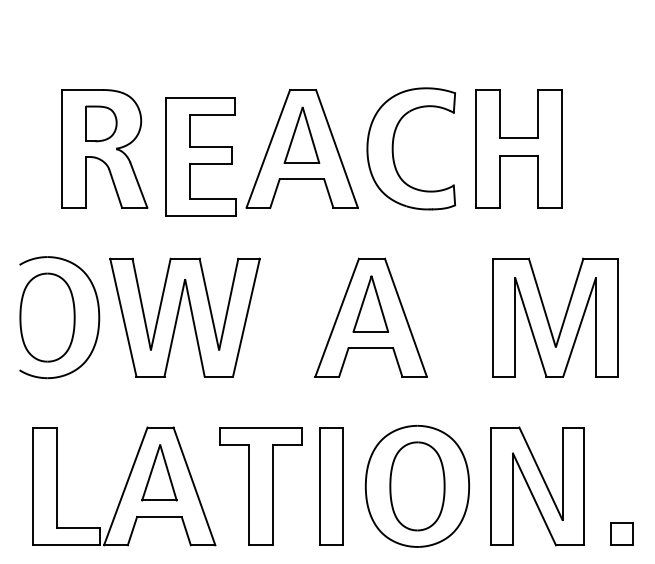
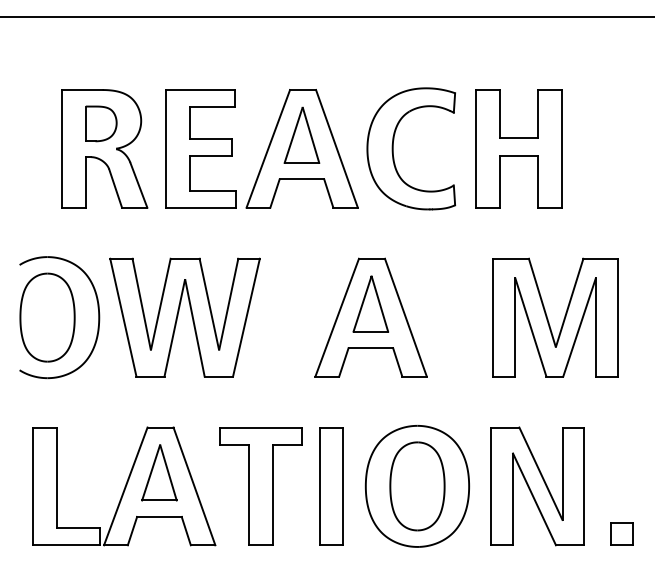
line at (326, 17): none -> present
part at (200, 156) position: (200, 156) -> (200, 148)
